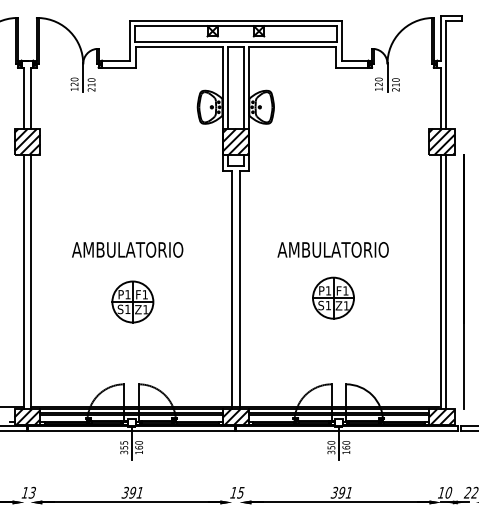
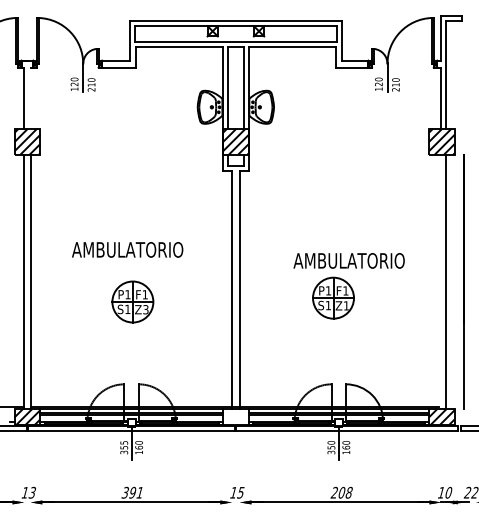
line at (30, 97): present -> none
text at (332, 249) position: (332, 249) -> (348, 260)
line at (441, 281): present -> none
text at (145, 309): Z1 -> Z3
hatch at (235, 416): present -> none
text at (341, 492): 391 -> 208
